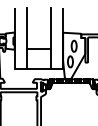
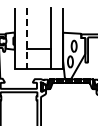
line at (26, 38): solid -> dashed
